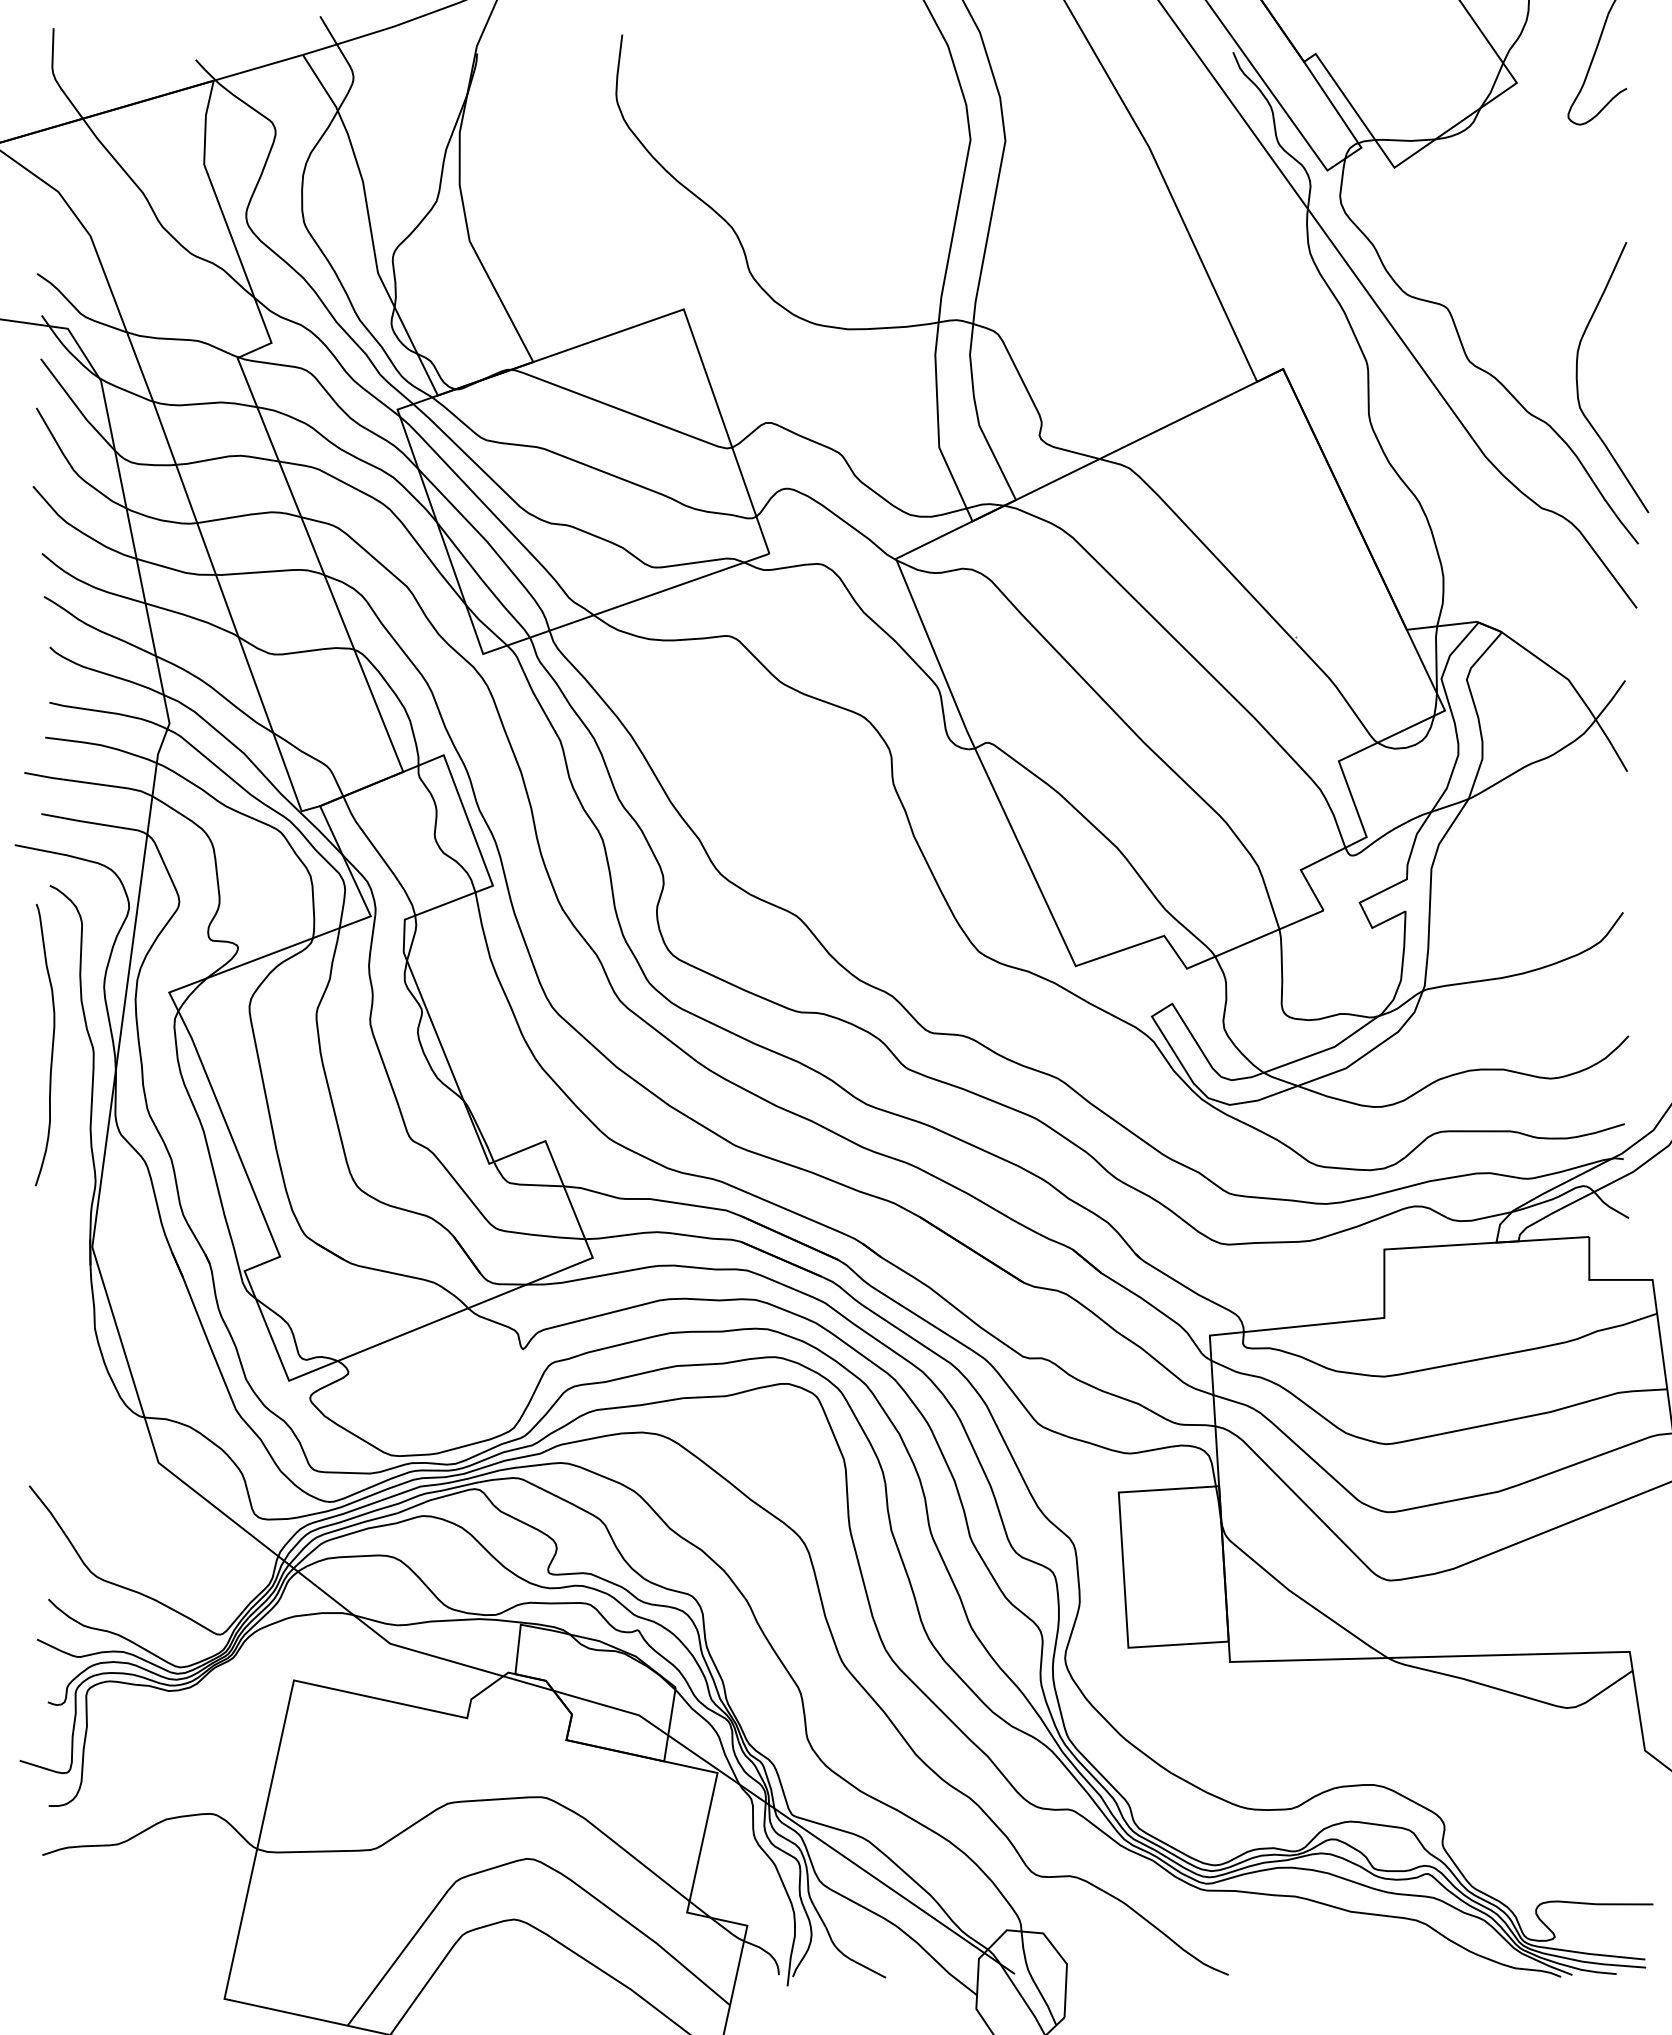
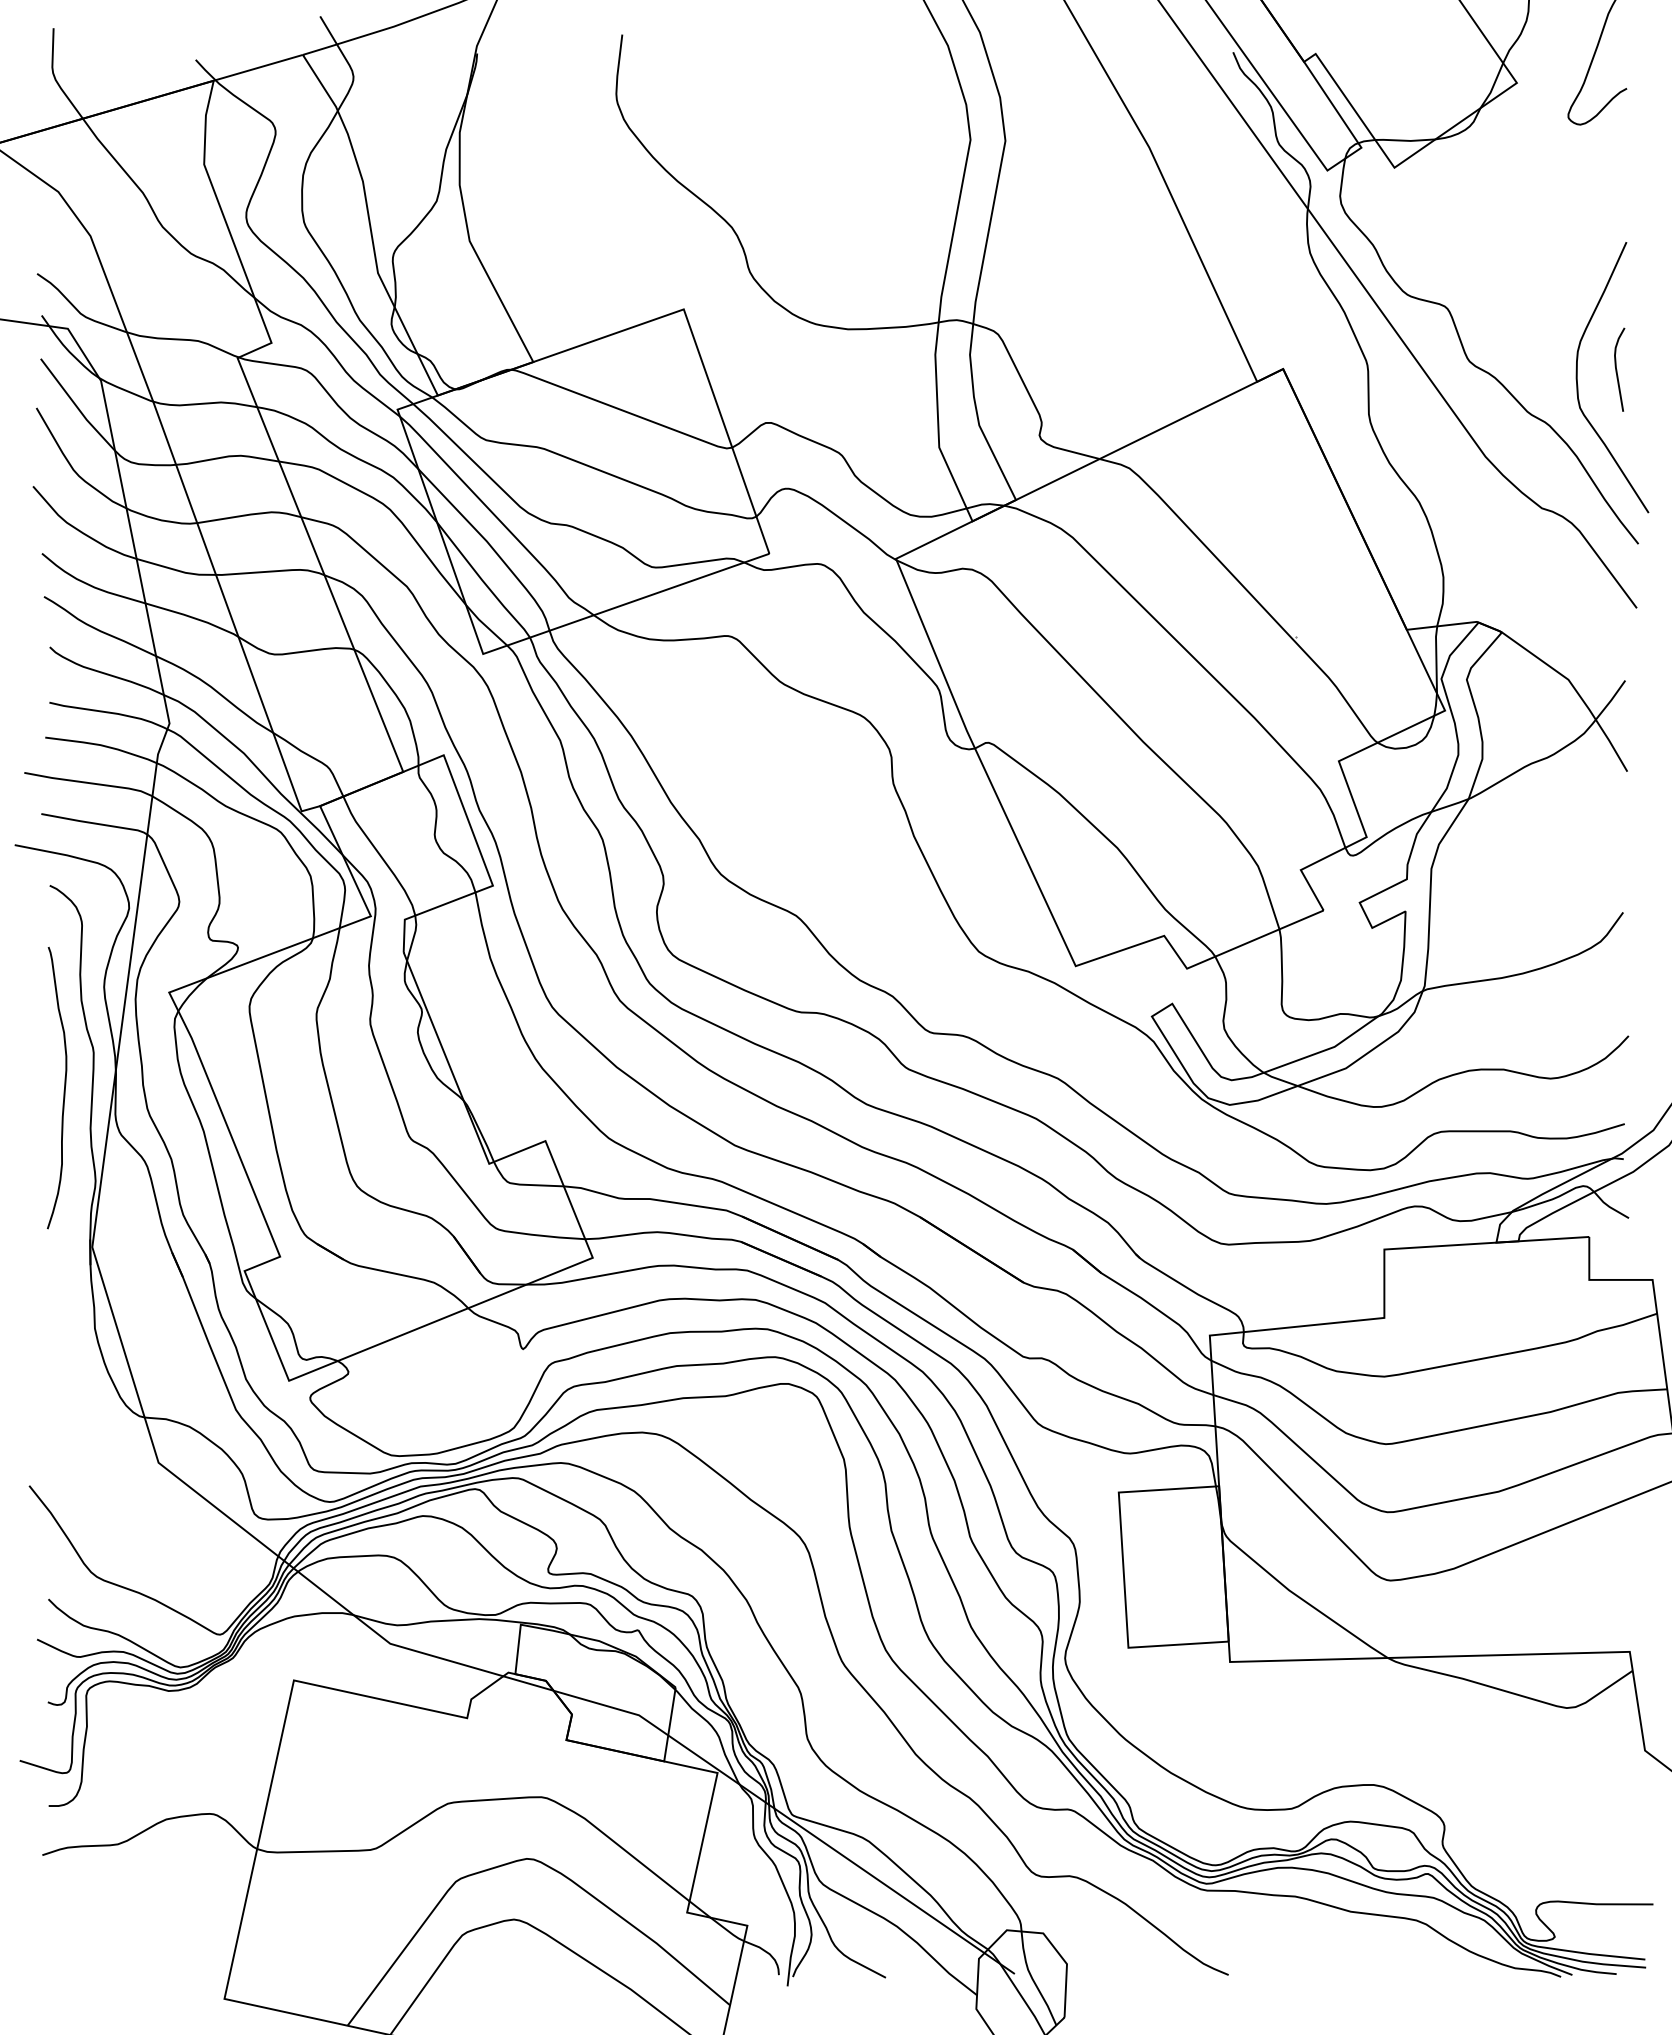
curve at (1617, 369): none -> present
curve at (51, 1047) position: (51, 1047) -> (63, 1090)
